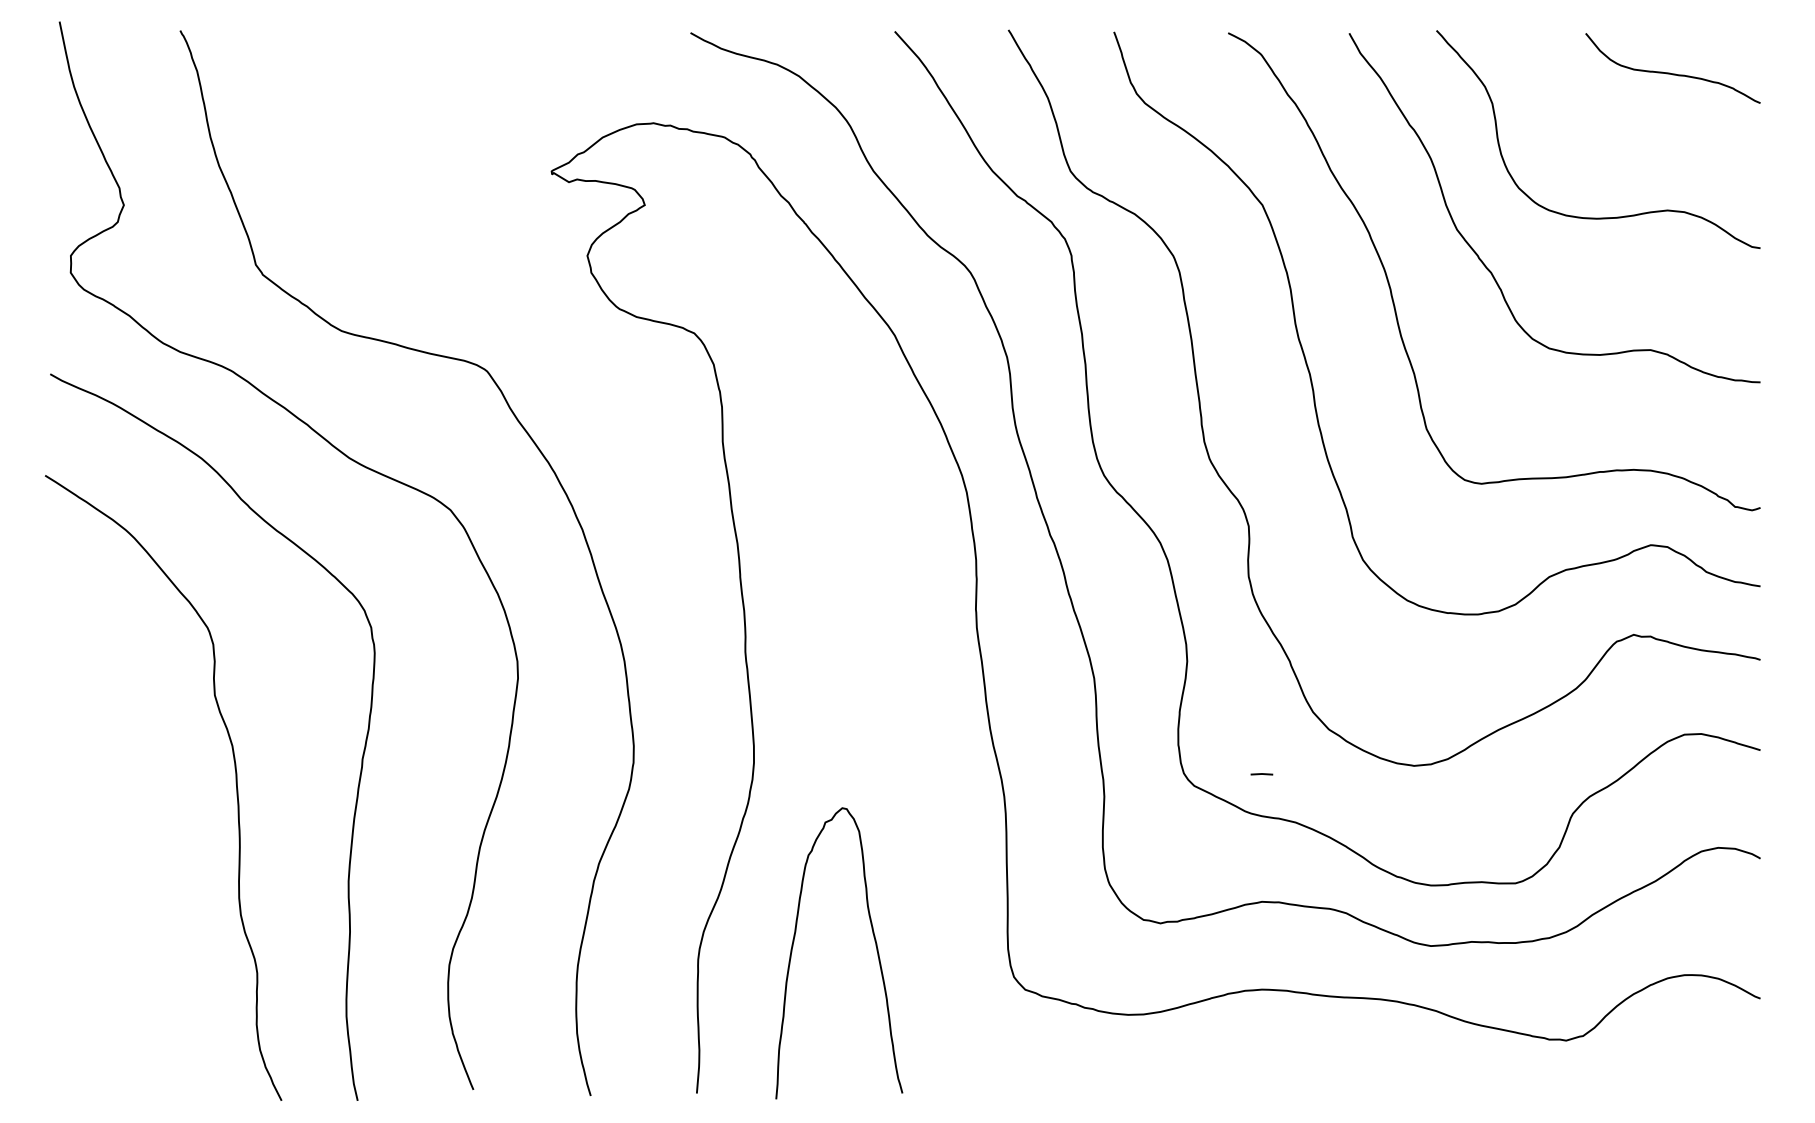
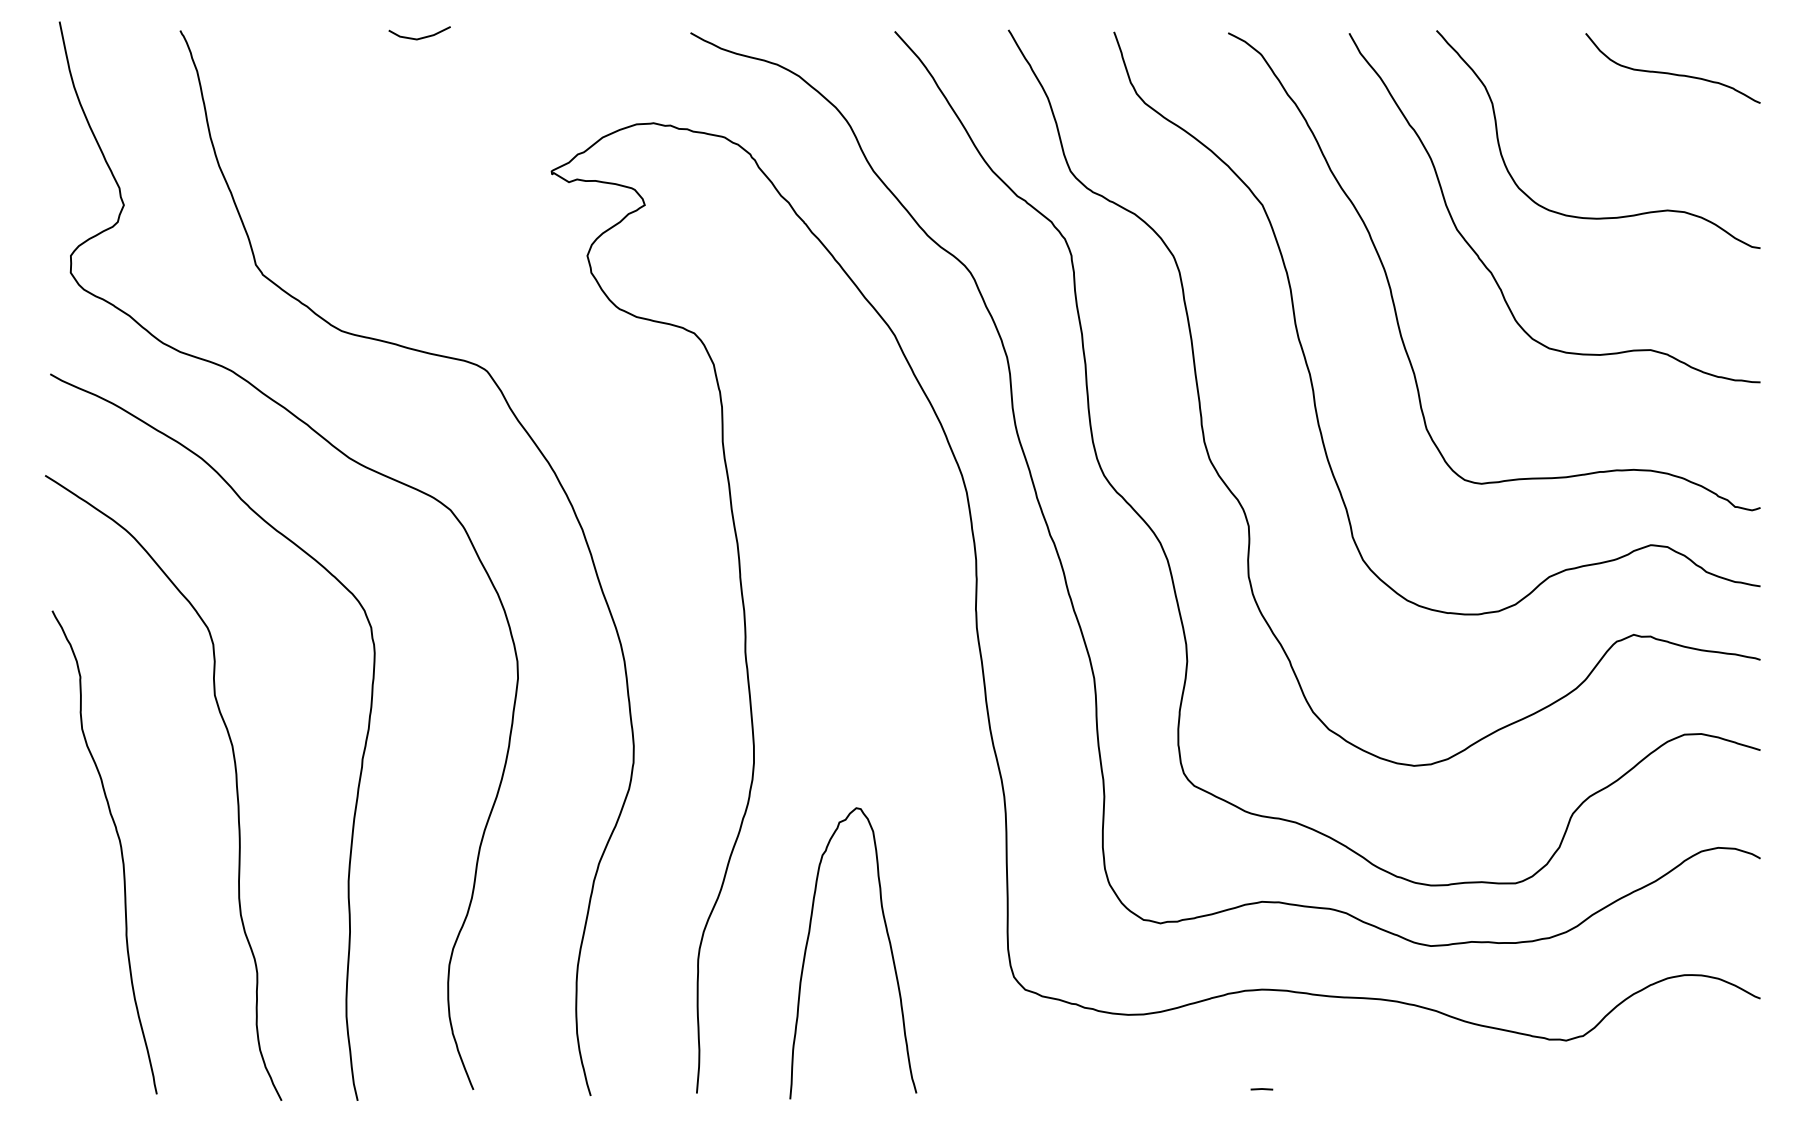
line at (419, 37): none -> present
line at (1261, 774) position: (1261, 774) -> (1261, 1089)
curve at (120, 851): none -> present
curve at (875, 946) position: (875, 946) -> (889, 946)
